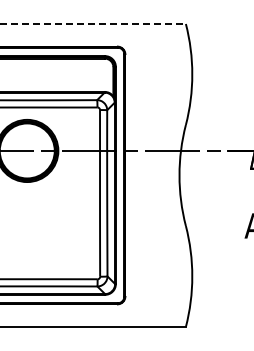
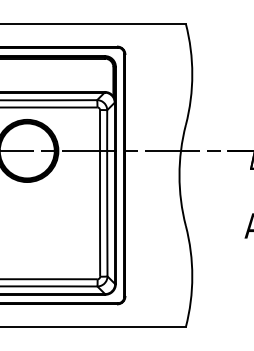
line at (93, 24): dashed -> solid
